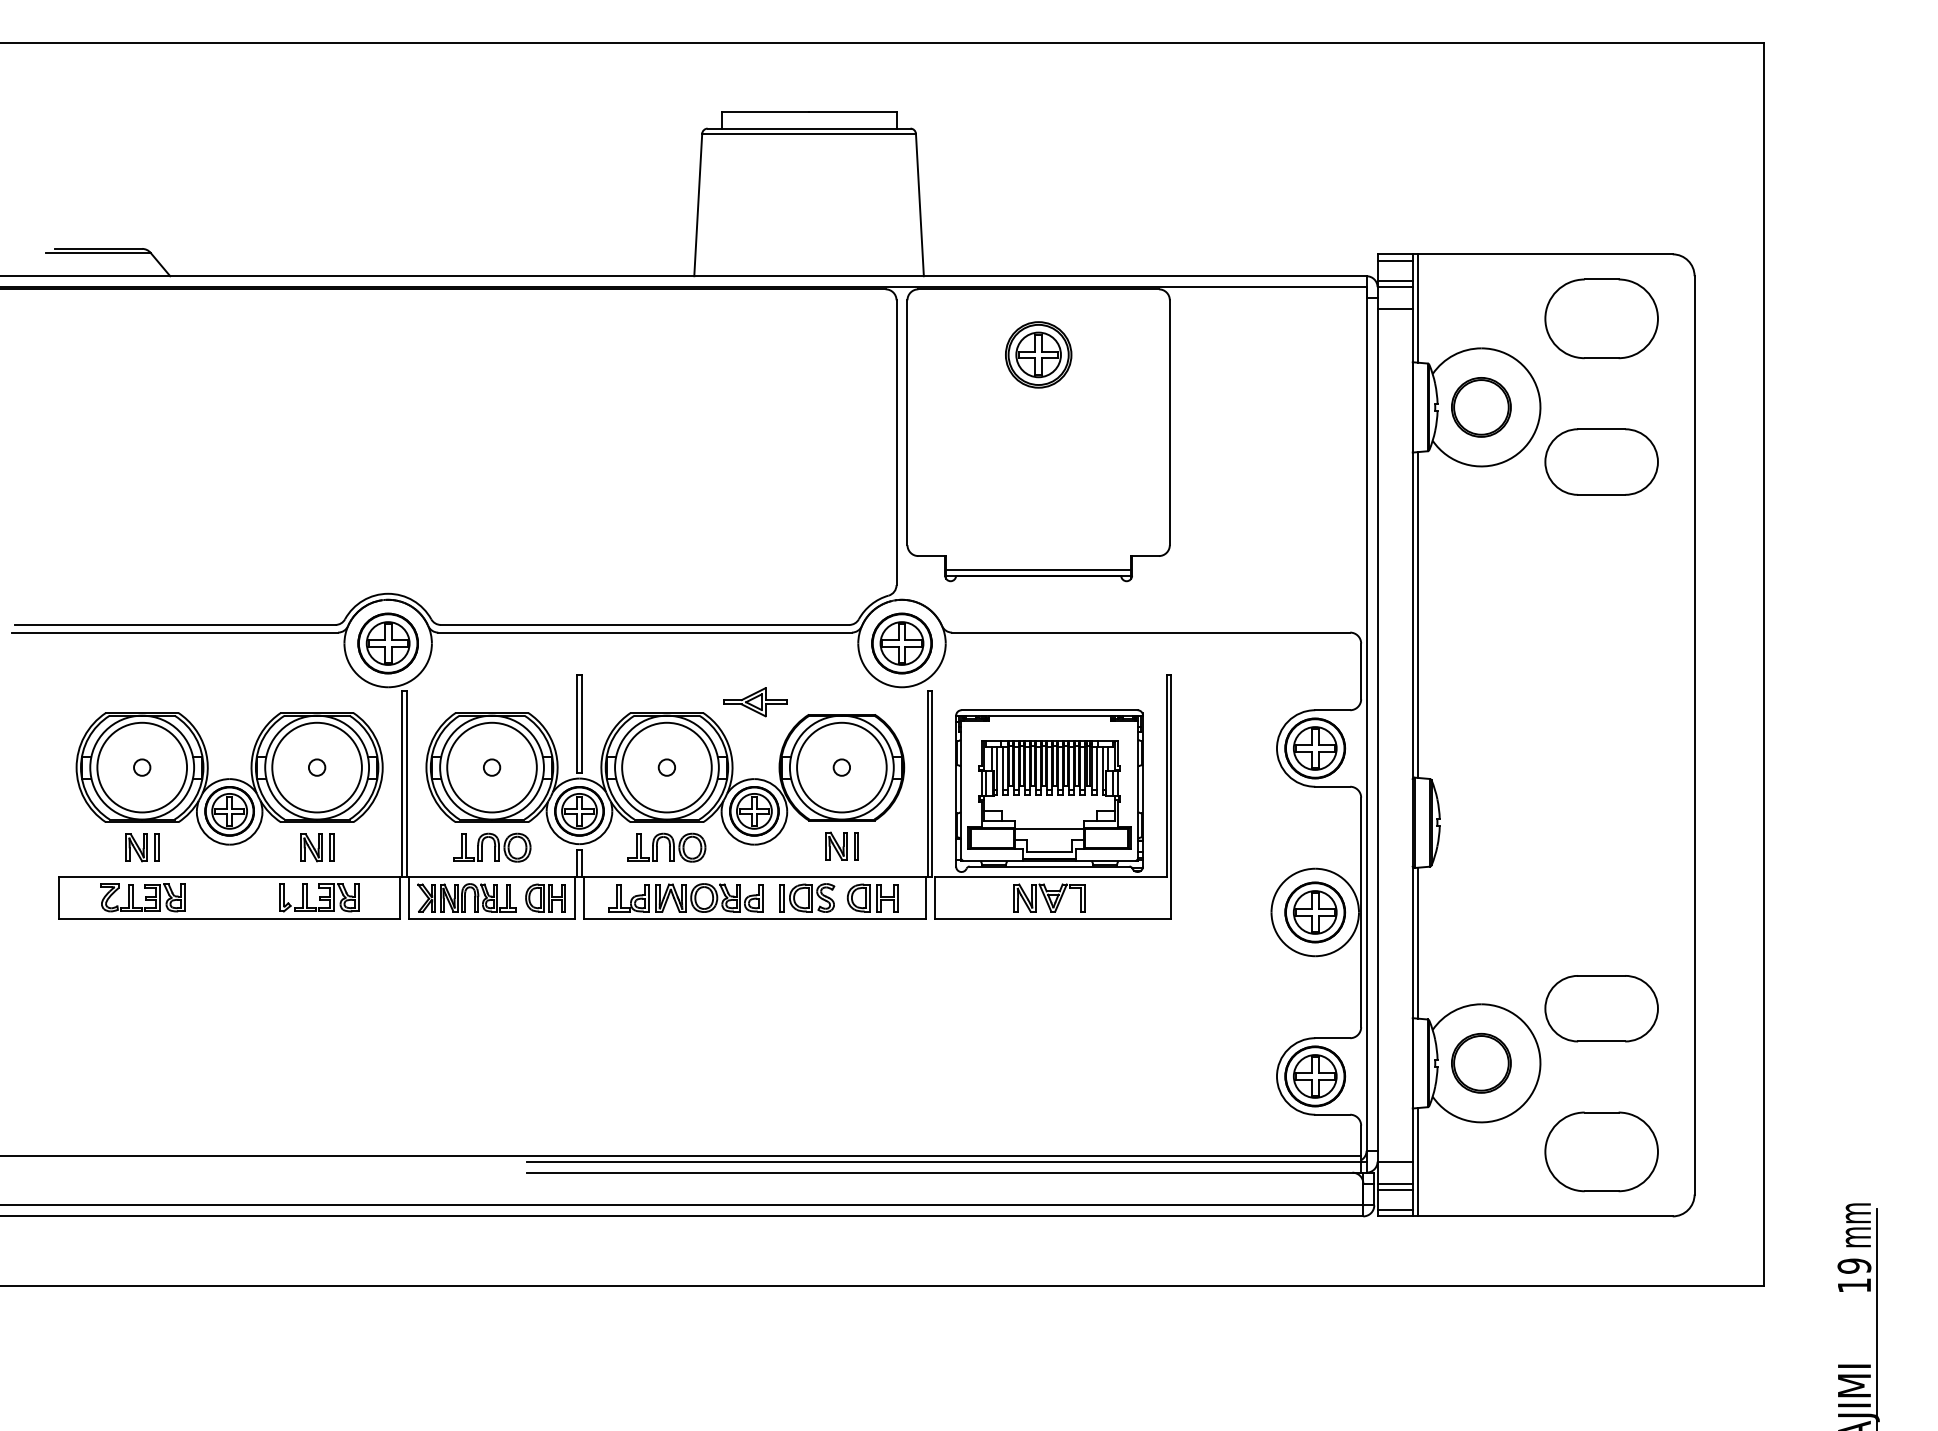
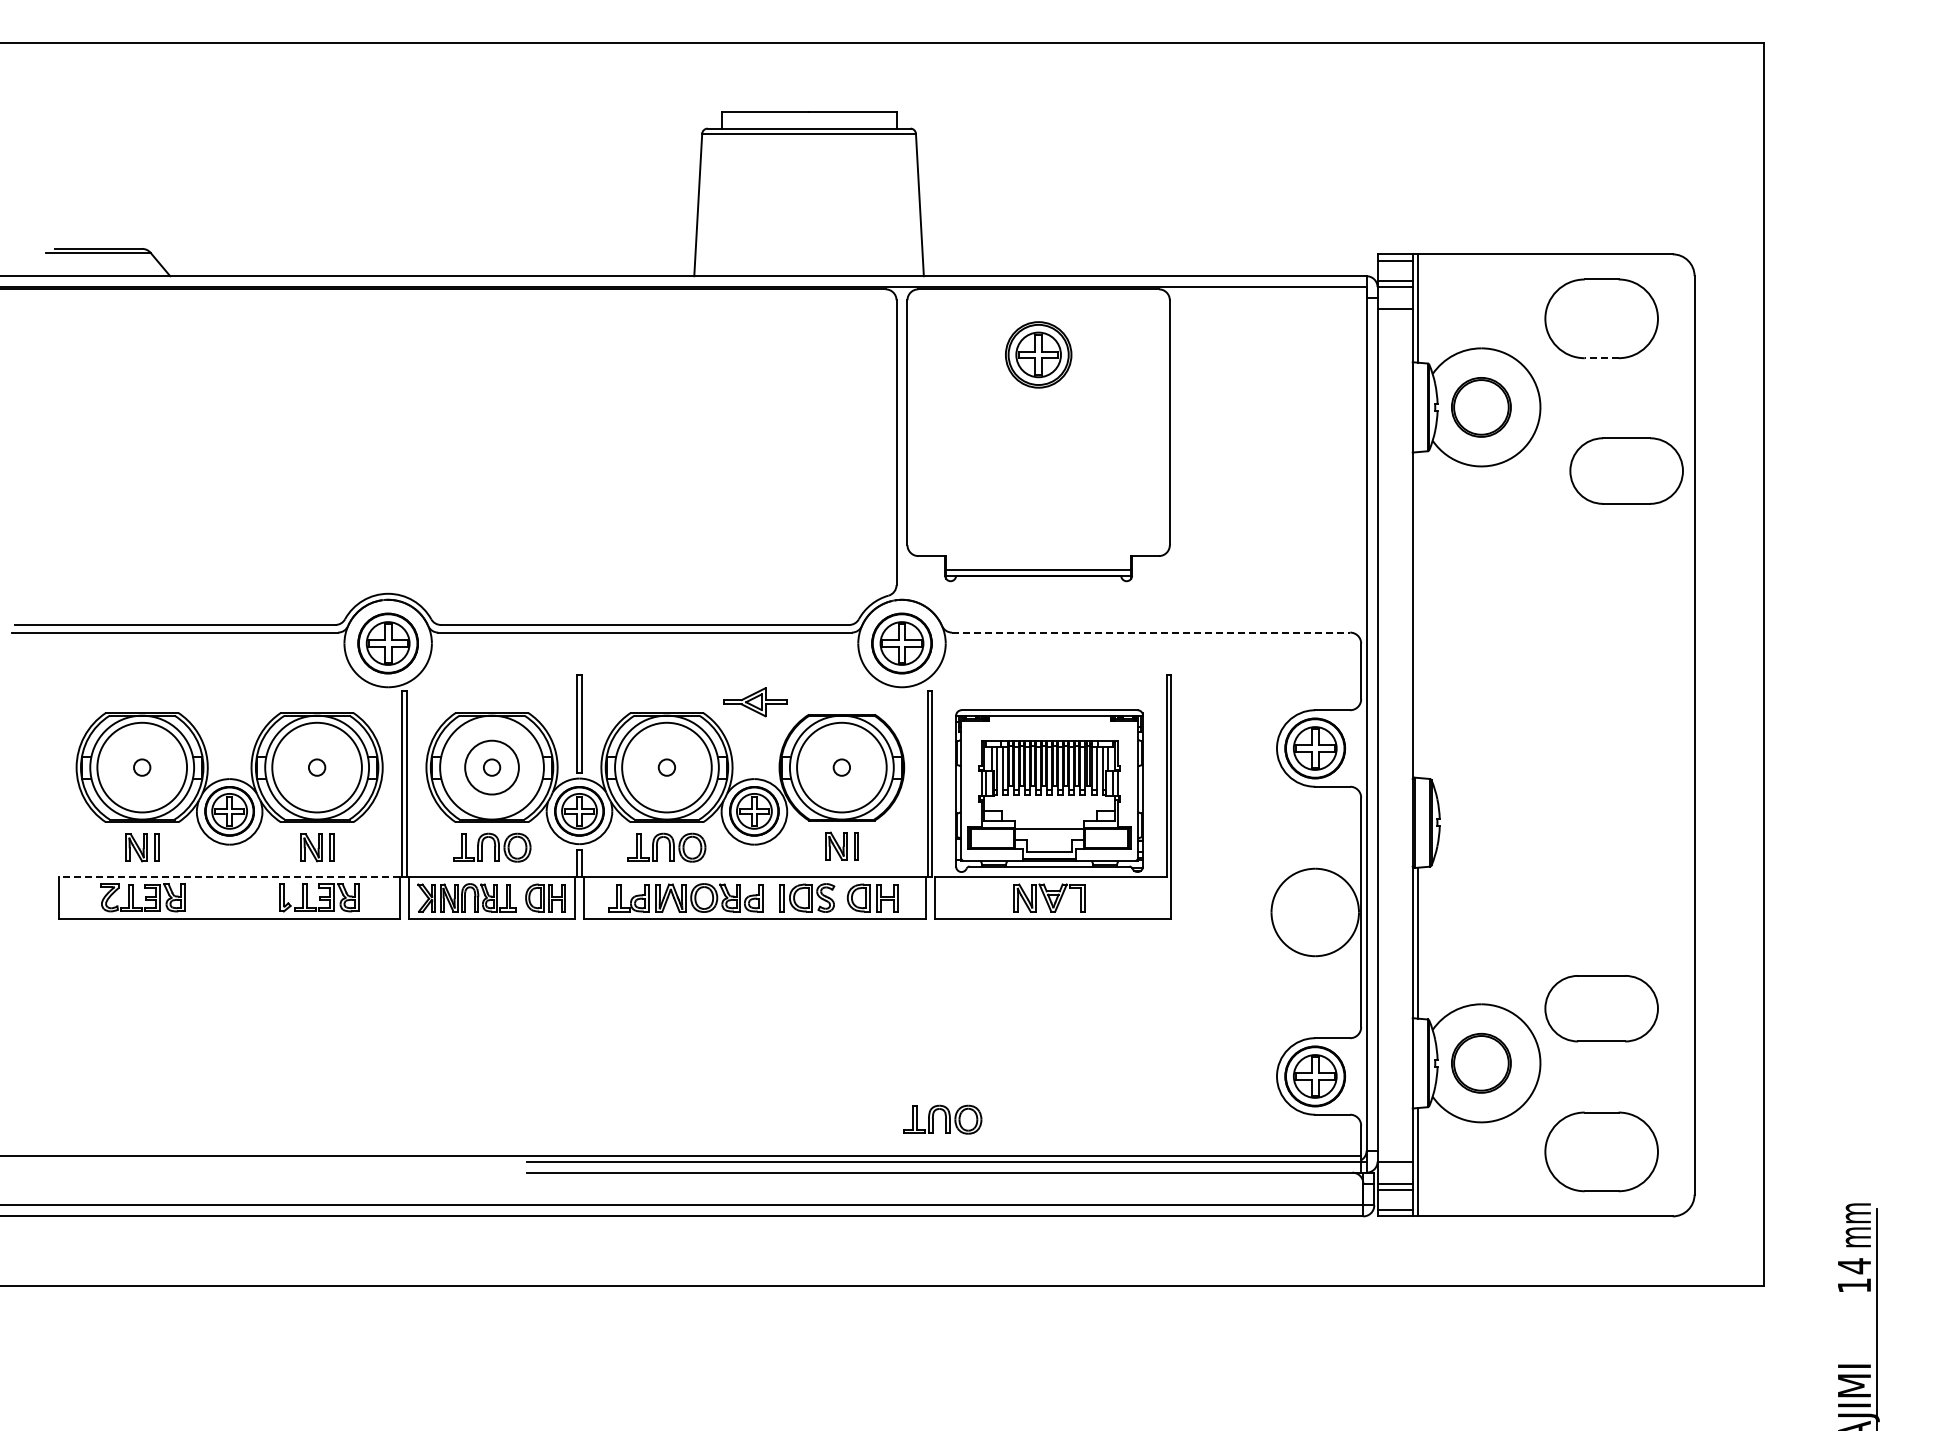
line at (1601, 358): solid -> dashed
part at (1601, 461) position: (1601, 461) -> (1626, 470)
line at (1418, 614): present -> none
line at (1151, 632): solid -> dashed
circle at (491, 767) diameter: 90 px -> 54 px
line at (229, 877): solid -> dashed
part at (1315, 912): present -> none
part at (942, 1119): none -> present
text at (1854, 1266): 19 -> 14
